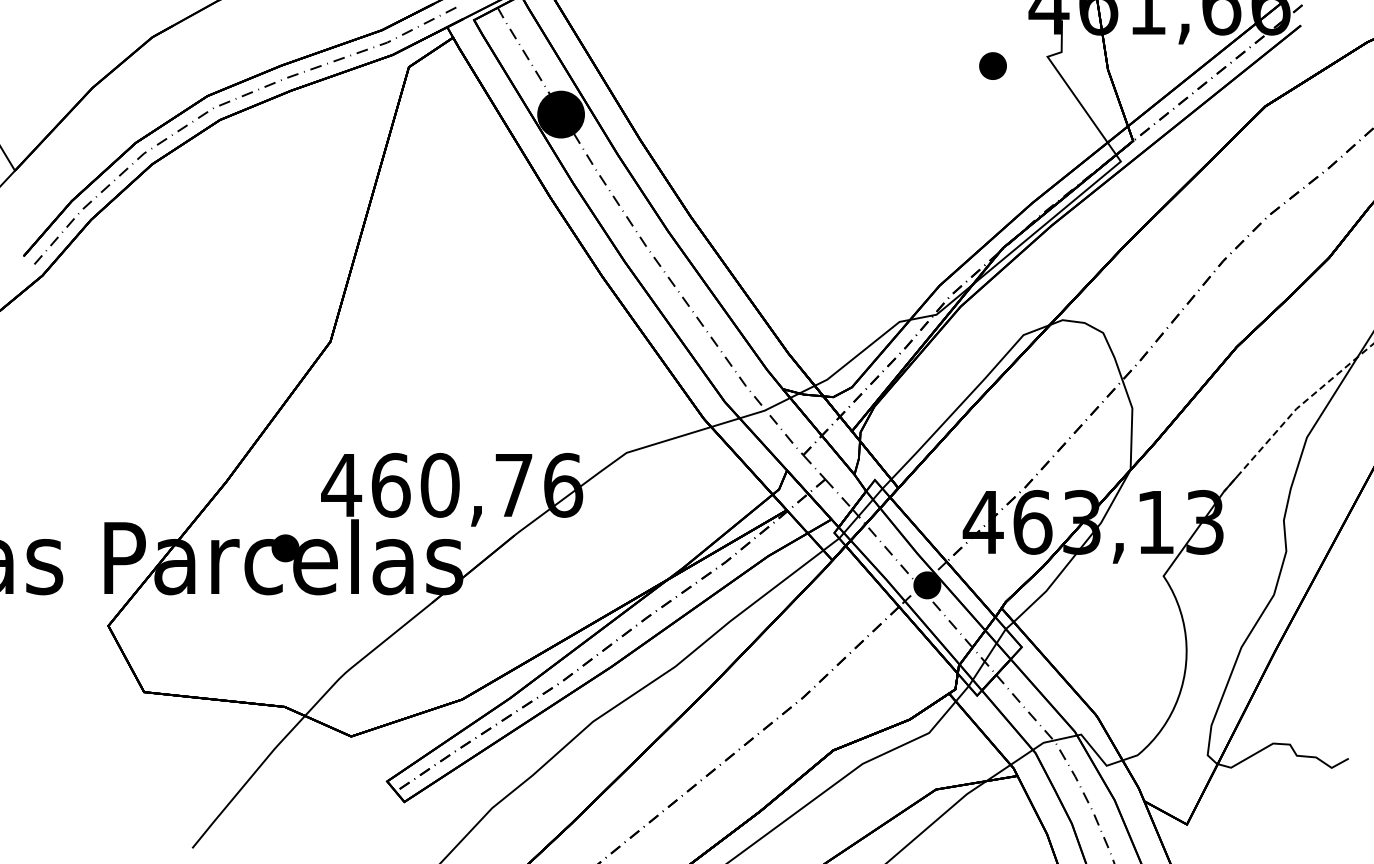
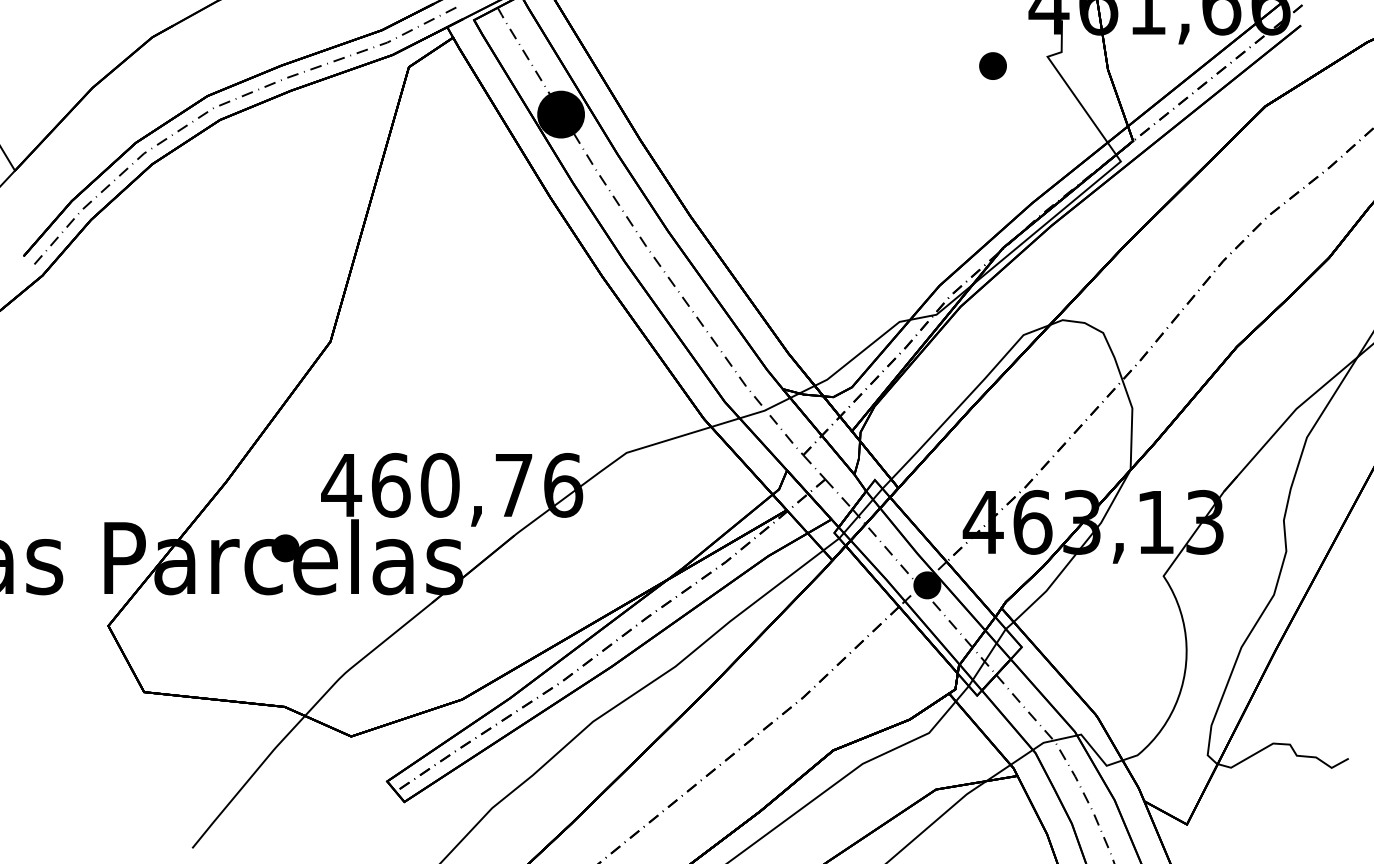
line at (1293, 412): dashed -> solid
